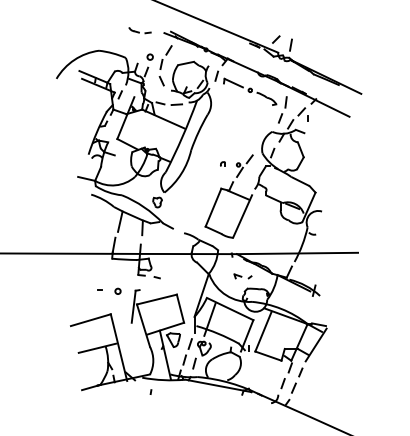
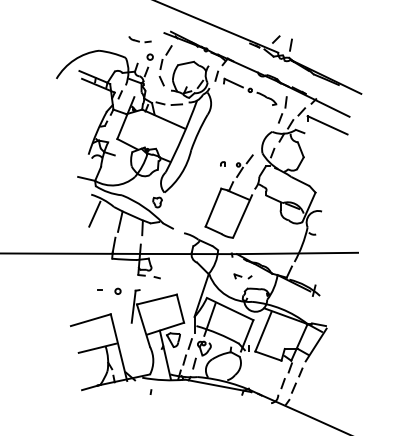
part at (139, 30) position: (139, 30) -> (139, 39)
line at (327, 125): none -> present
line at (94, 213): none -> present
